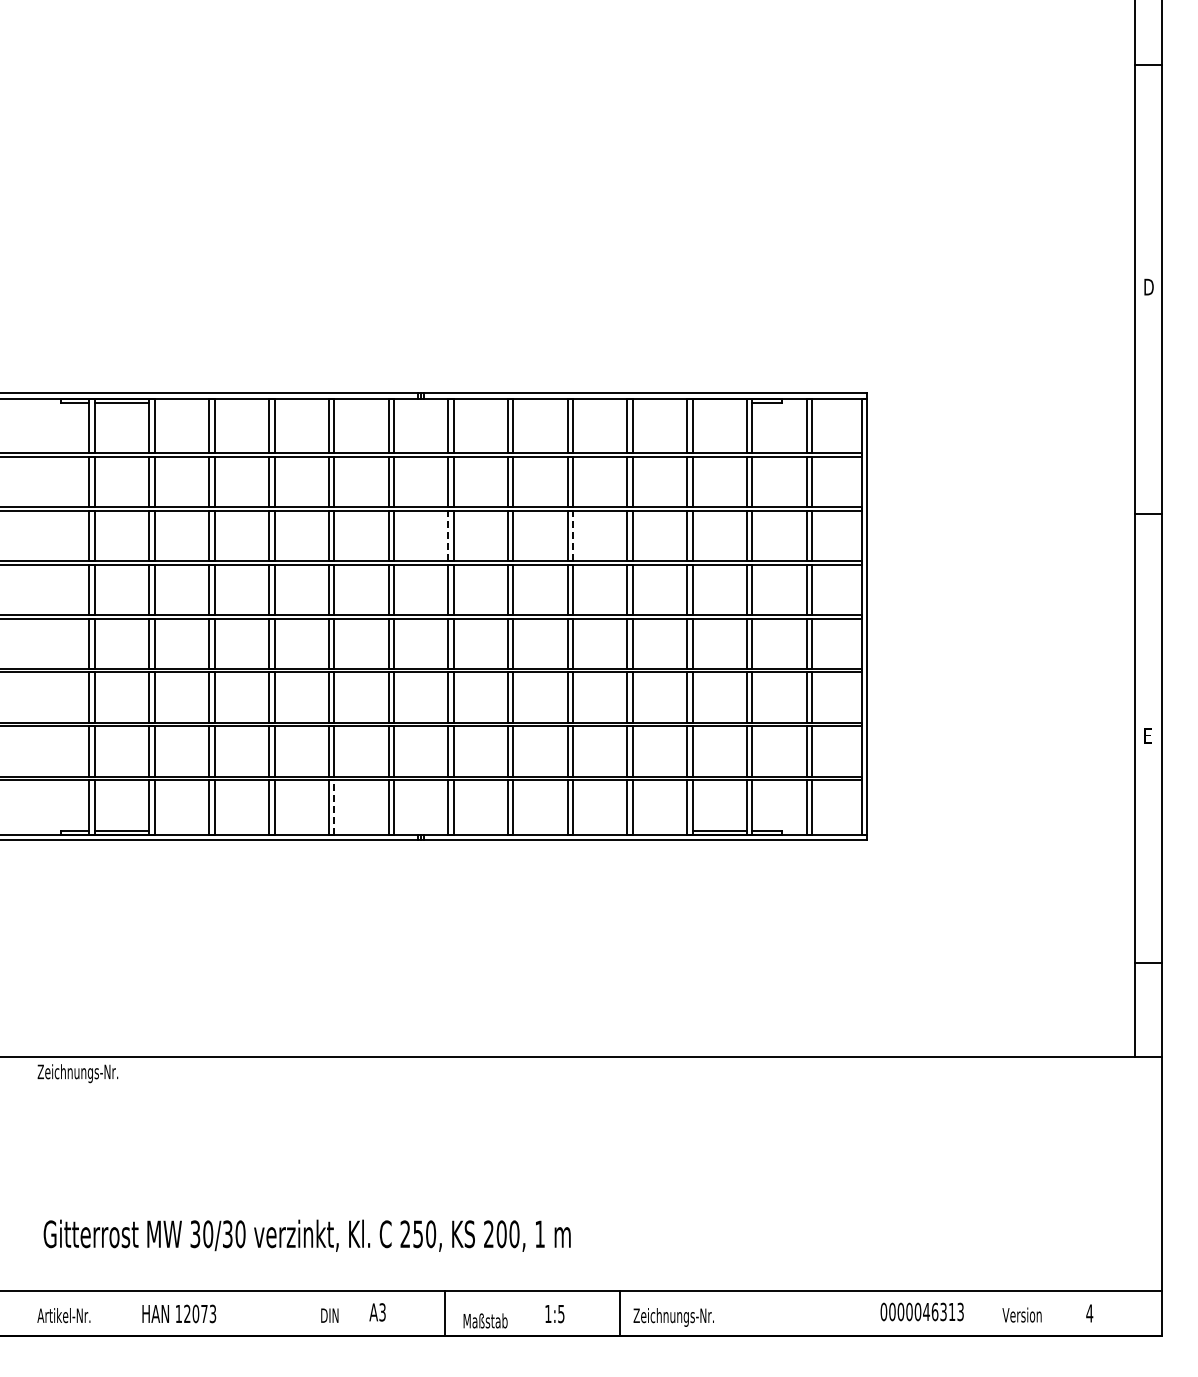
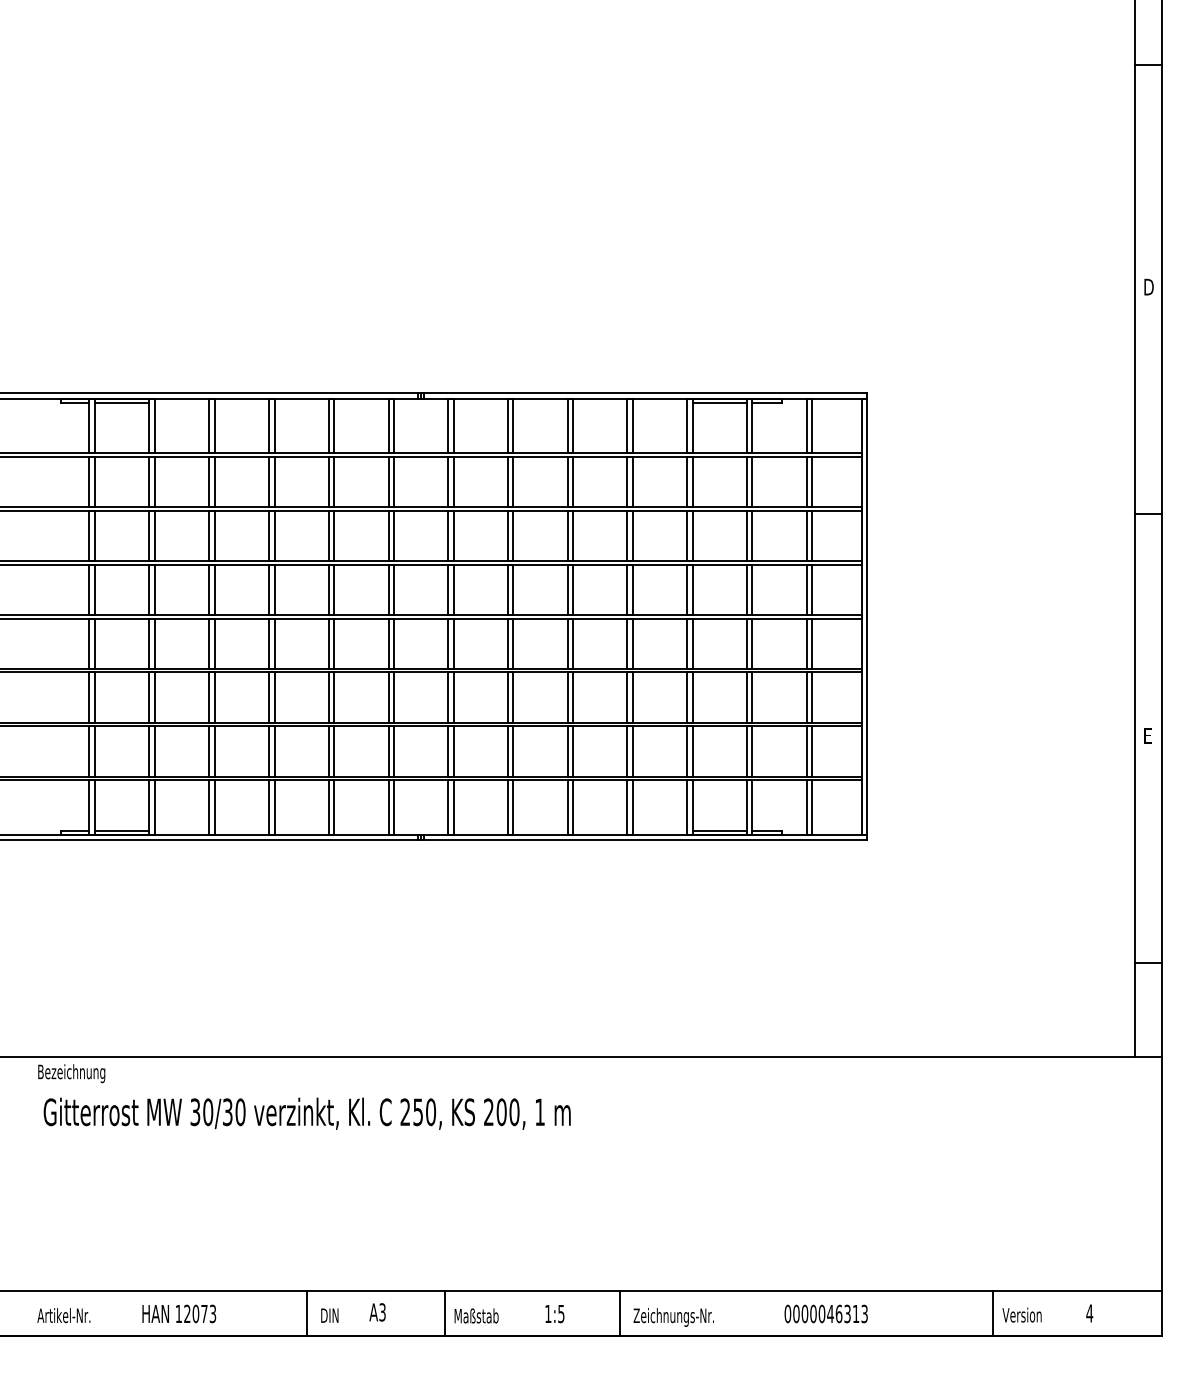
line at (719, 402): none -> present
line at (448, 535): dashed -> solid
line at (573, 535): dashed -> solid
line at (334, 807): dashed -> solid
text at (77, 1073): Zeichnungs-Nr. -> Bezeichnung
text at (306, 1235) position: (306, 1235) -> (306, 1113)
text at (921, 1311) position: (921, 1311) -> (825, 1313)
line at (307, 1312): none -> present
line at (992, 1312): none -> present
text at (485, 1320) position: (485, 1320) -> (476, 1315)
